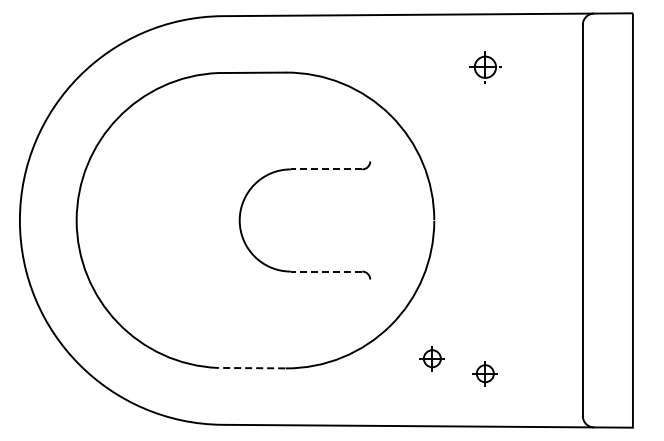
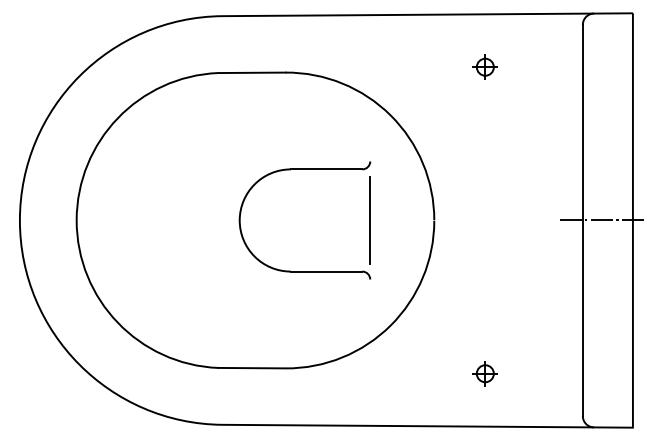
part at (485, 67) size: 33x33 px -> 26x26 px
line at (326, 169): dashed -> solid
line at (370, 220): none -> present
line at (602, 220): none -> present
line at (326, 271): dashed -> solid
part at (431, 358): present -> none
line at (251, 368): dashed -> solid
